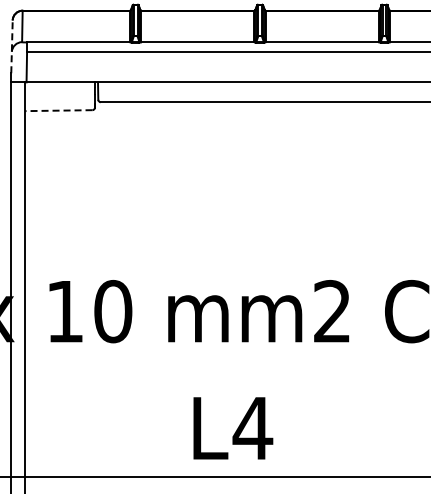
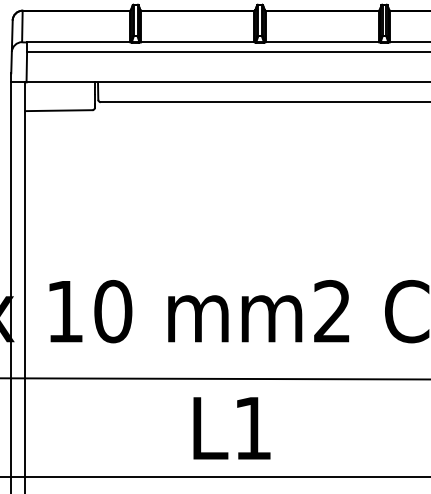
line at (12, 46): dashed -> solid
line at (58, 110): dashed -> solid
line at (214, 378): none -> present
text at (252, 428): L4 -> L1
